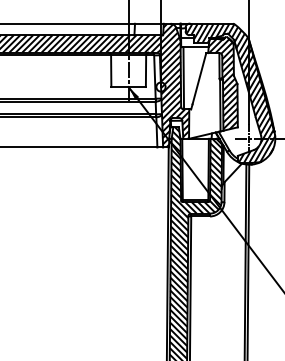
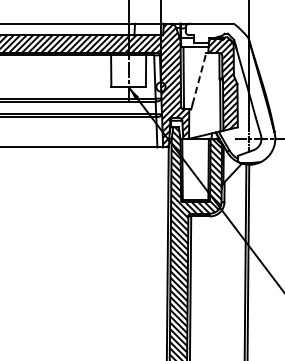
line at (199, 78): solid -> dashed
hatch at (230, 93): present -> none
